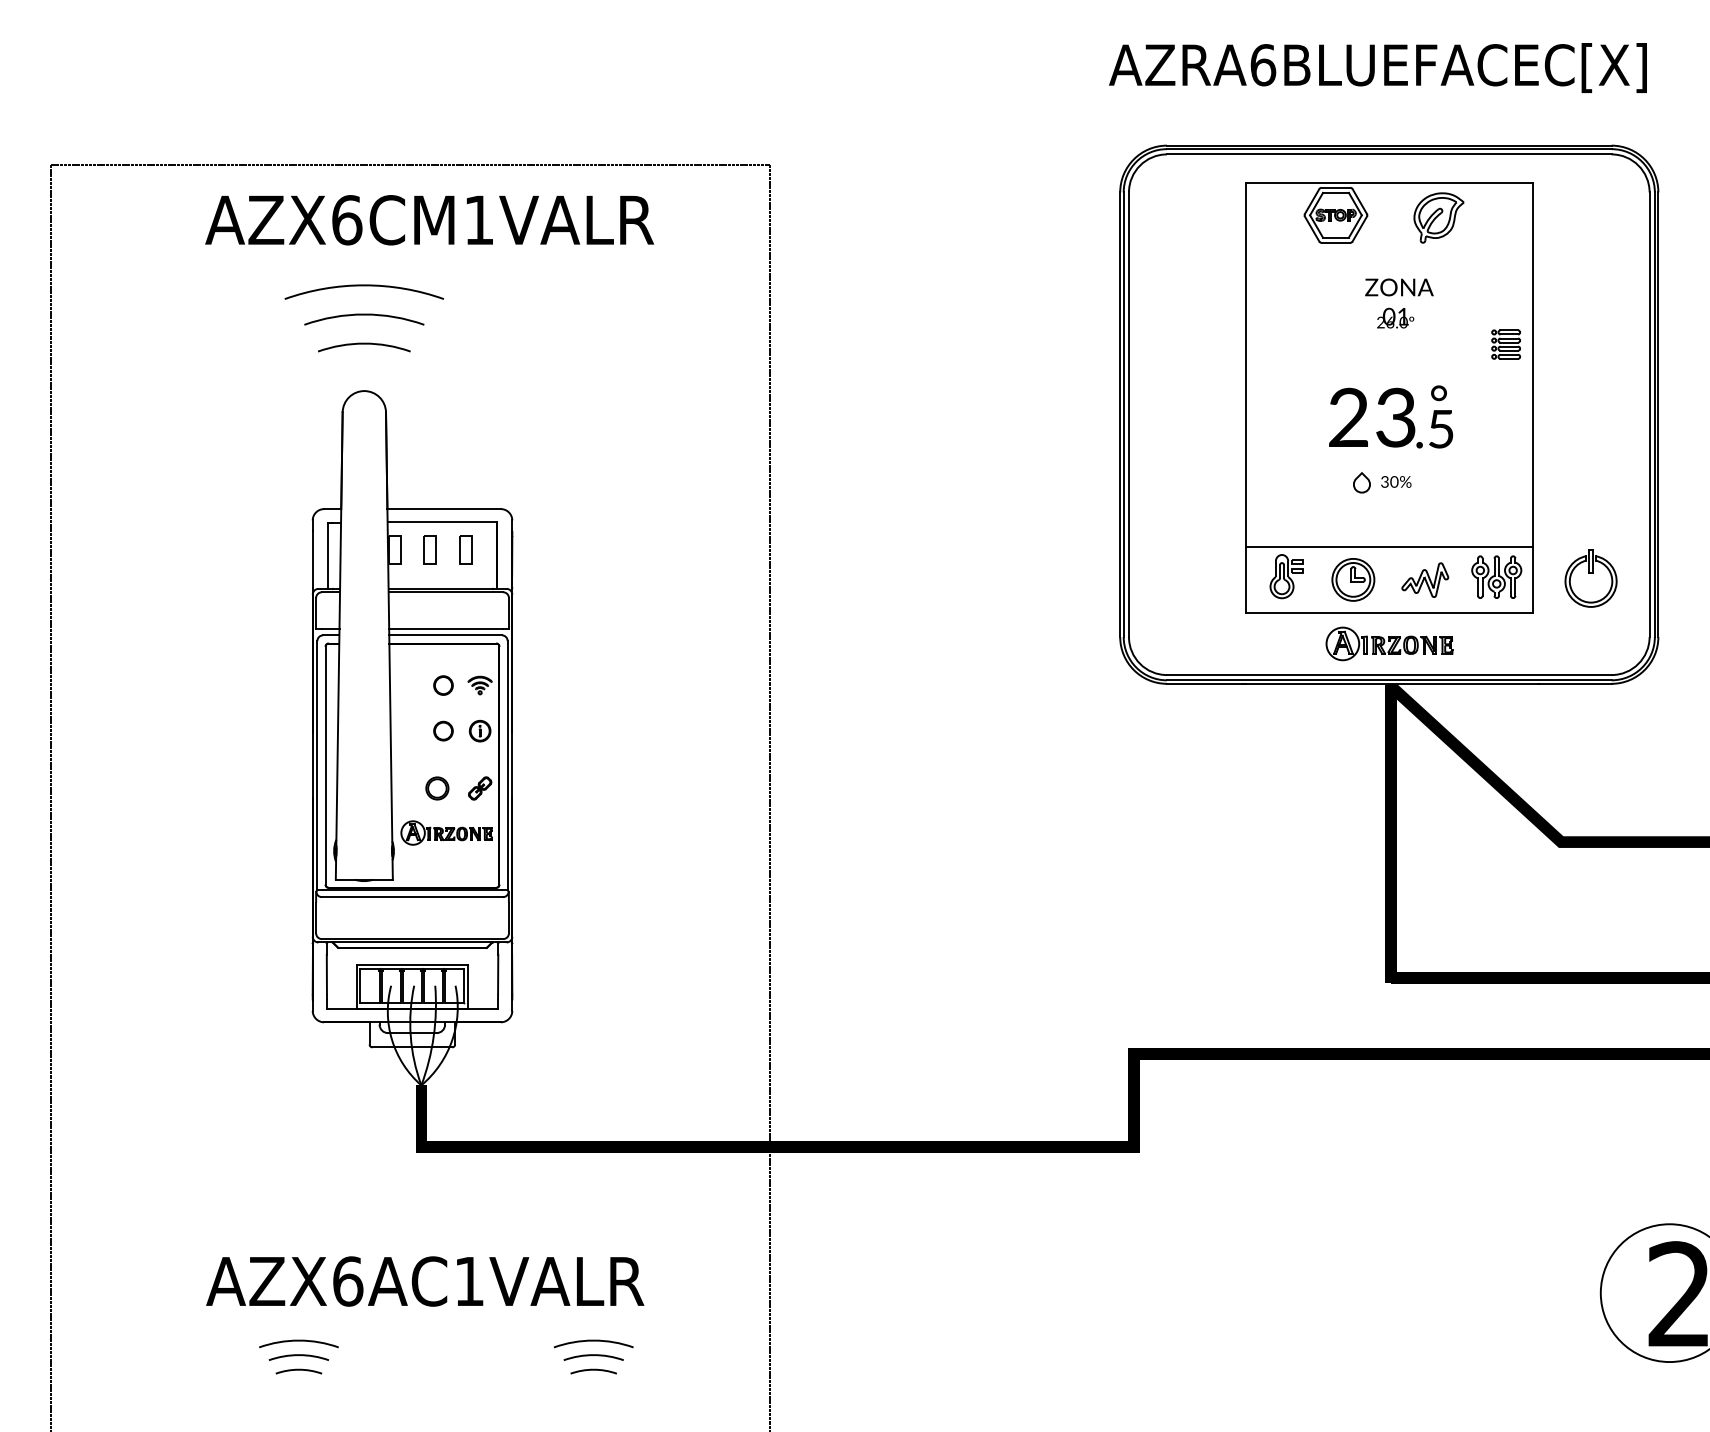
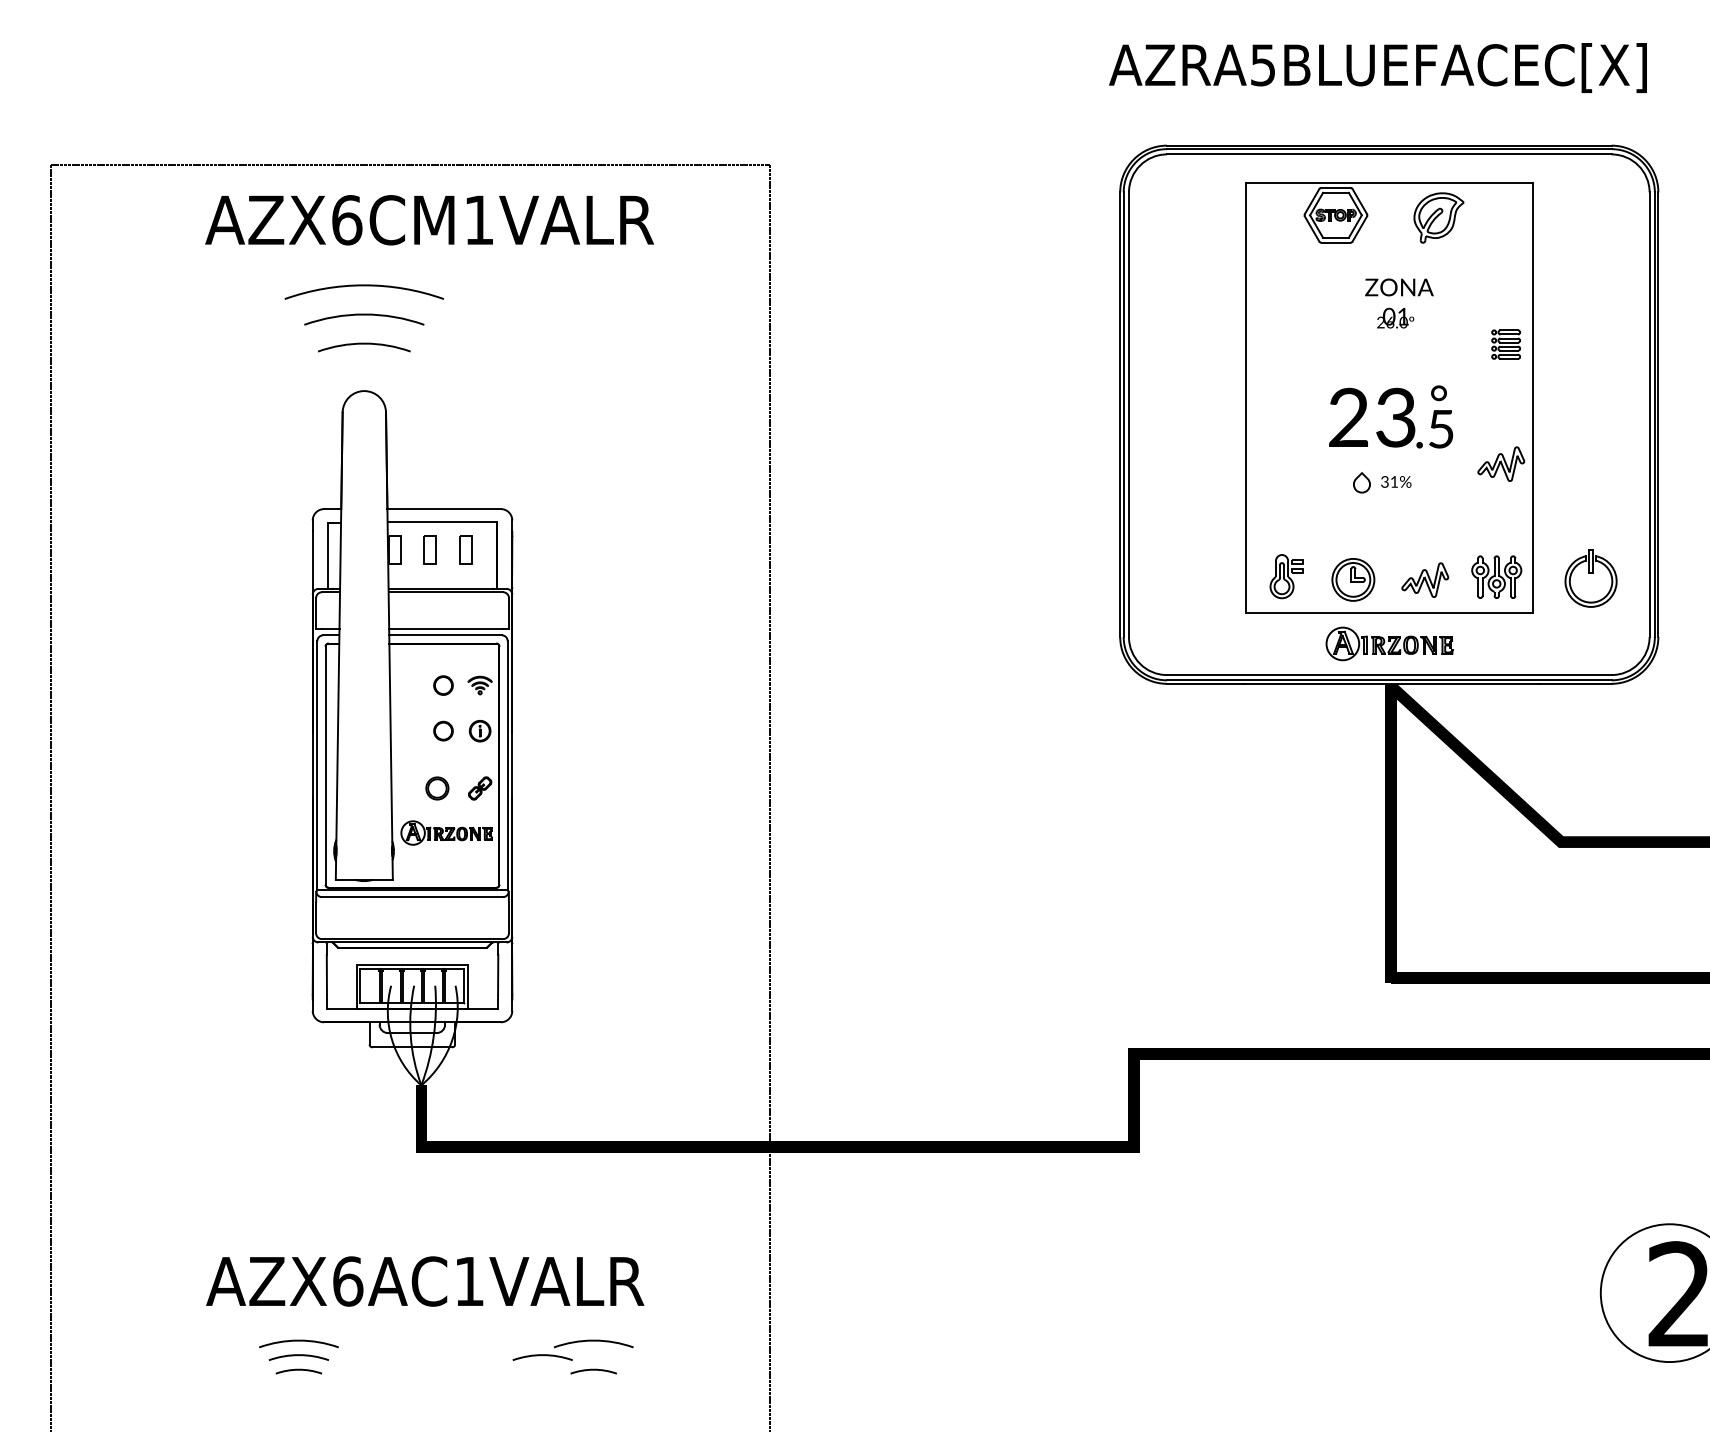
text at (1263, 65): AZRA6BLUEFACEC[X] -> AZRA5BLUEFACEC[X]
part at (1501, 463): none -> present
text at (1394, 481): 30% -> 31%
line at (1388, 547): present -> none
arc at (593, 1356) position: (593, 1356) -> (542, 1356)
